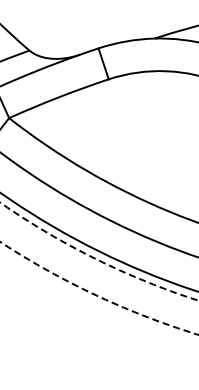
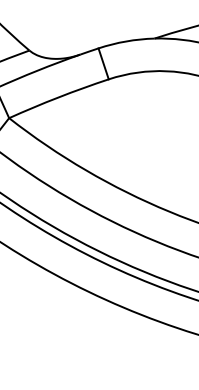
arc at (95, 258): dashed -> solid
arc at (96, 295): dashed -> solid
